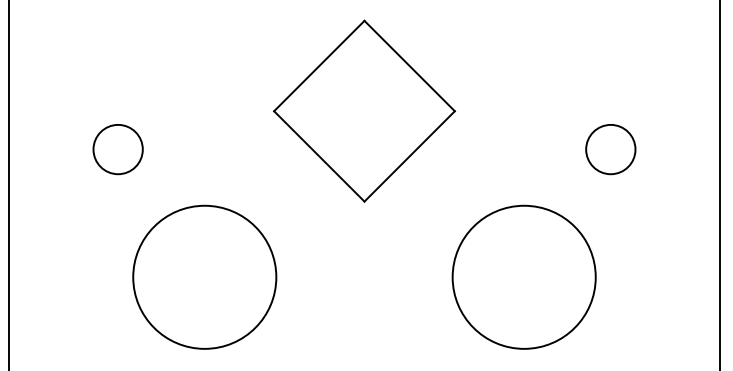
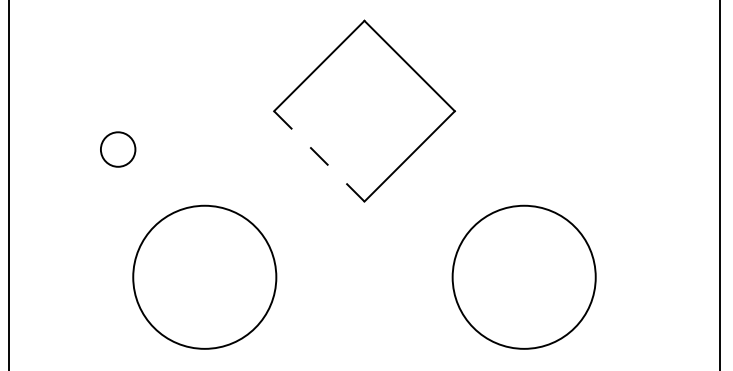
circle at (117, 149) diameter: 49 px -> 35 px
circle at (610, 149): present -> none
line at (319, 156): solid -> dashed
